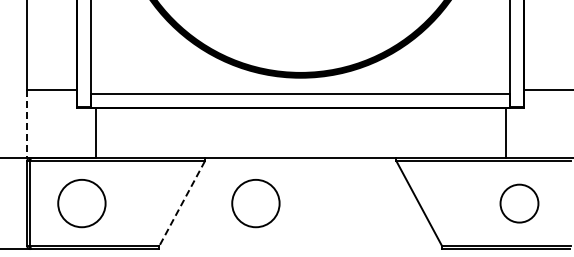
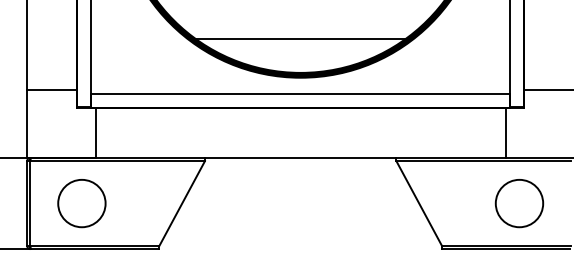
line at (300, 39): none -> present
line at (27, 124): dashed -> solid
line at (181, 203): dashed -> solid
circle at (255, 203): present -> none
circle at (519, 203) size: 41x41 px -> 51x50 px
